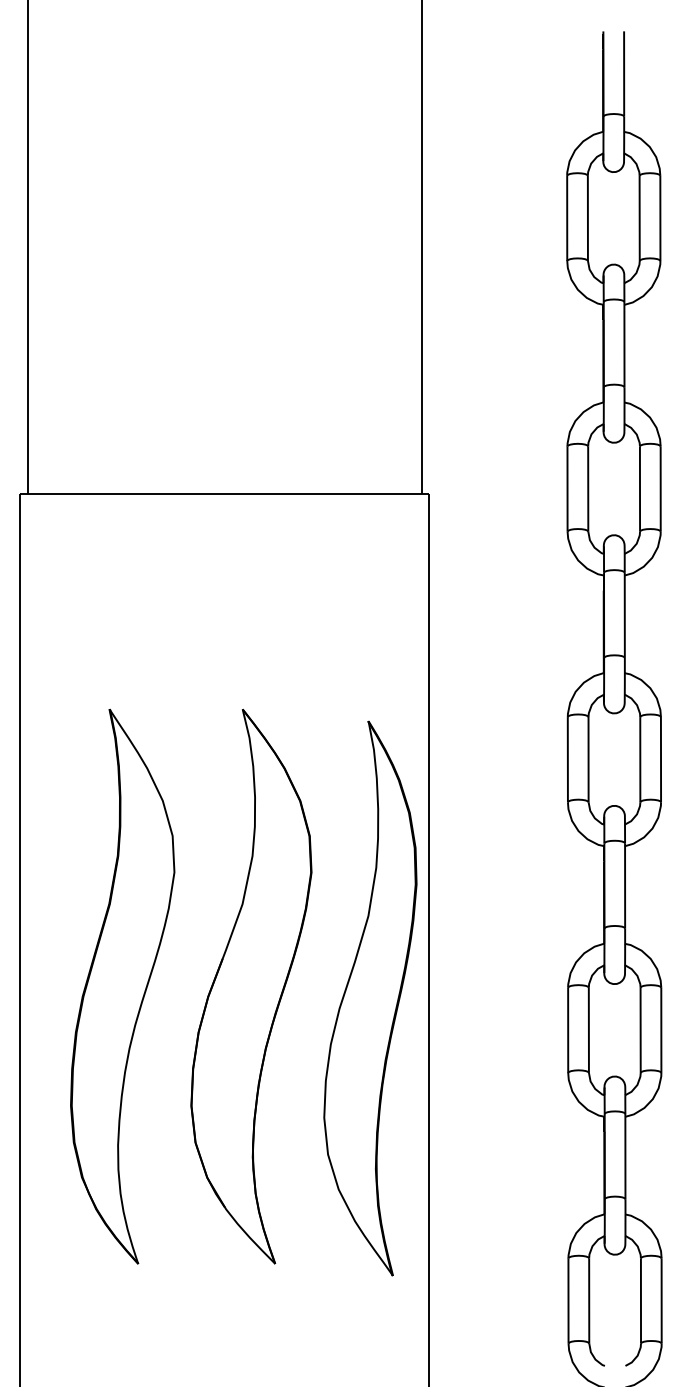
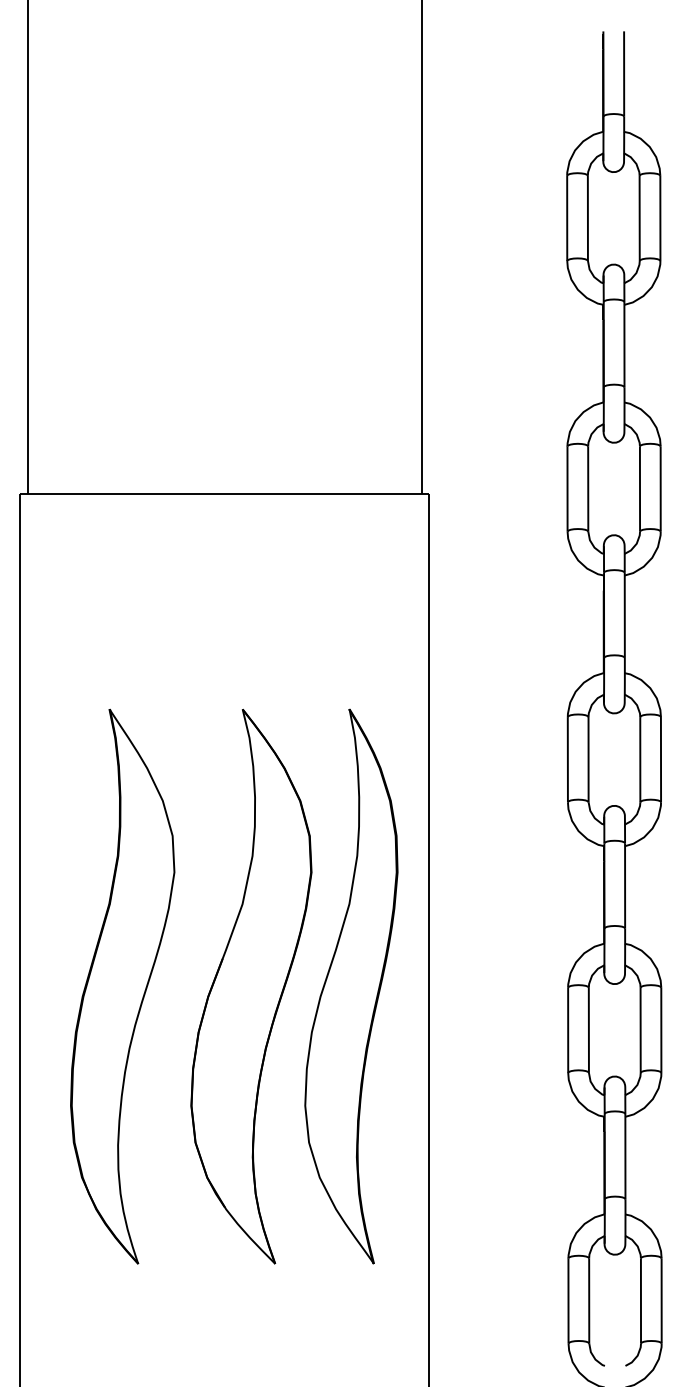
part at (370, 998) position: (370, 998) -> (351, 986)
